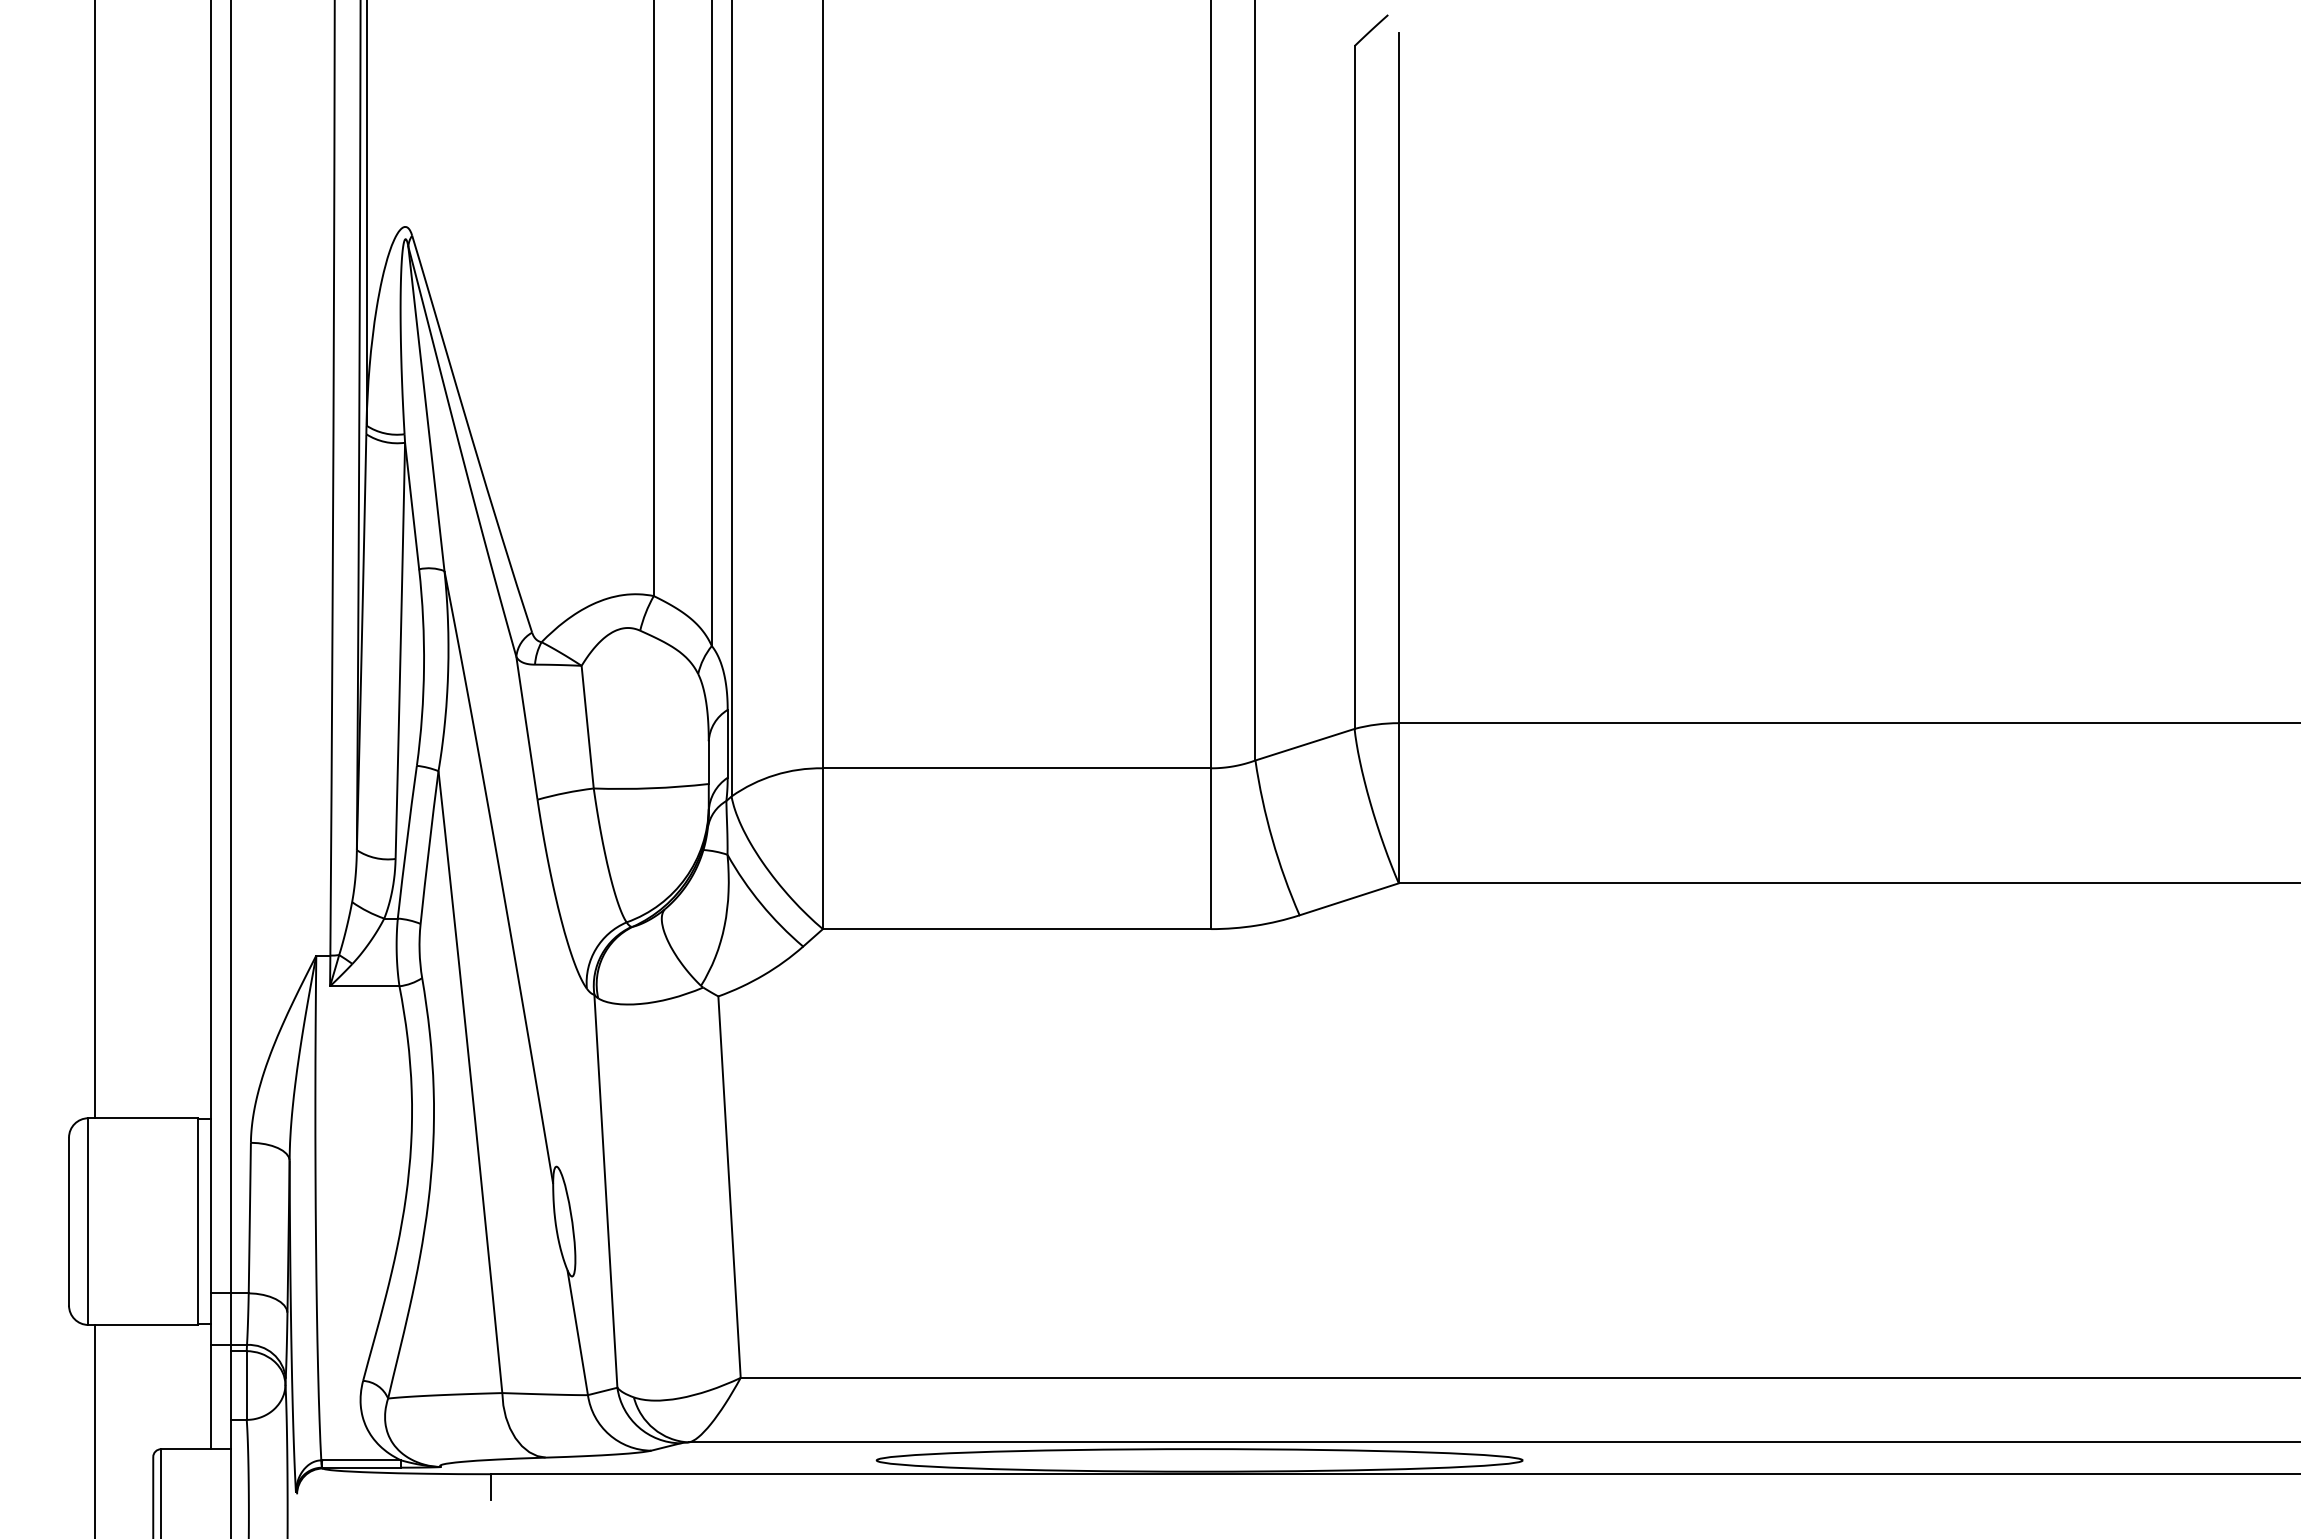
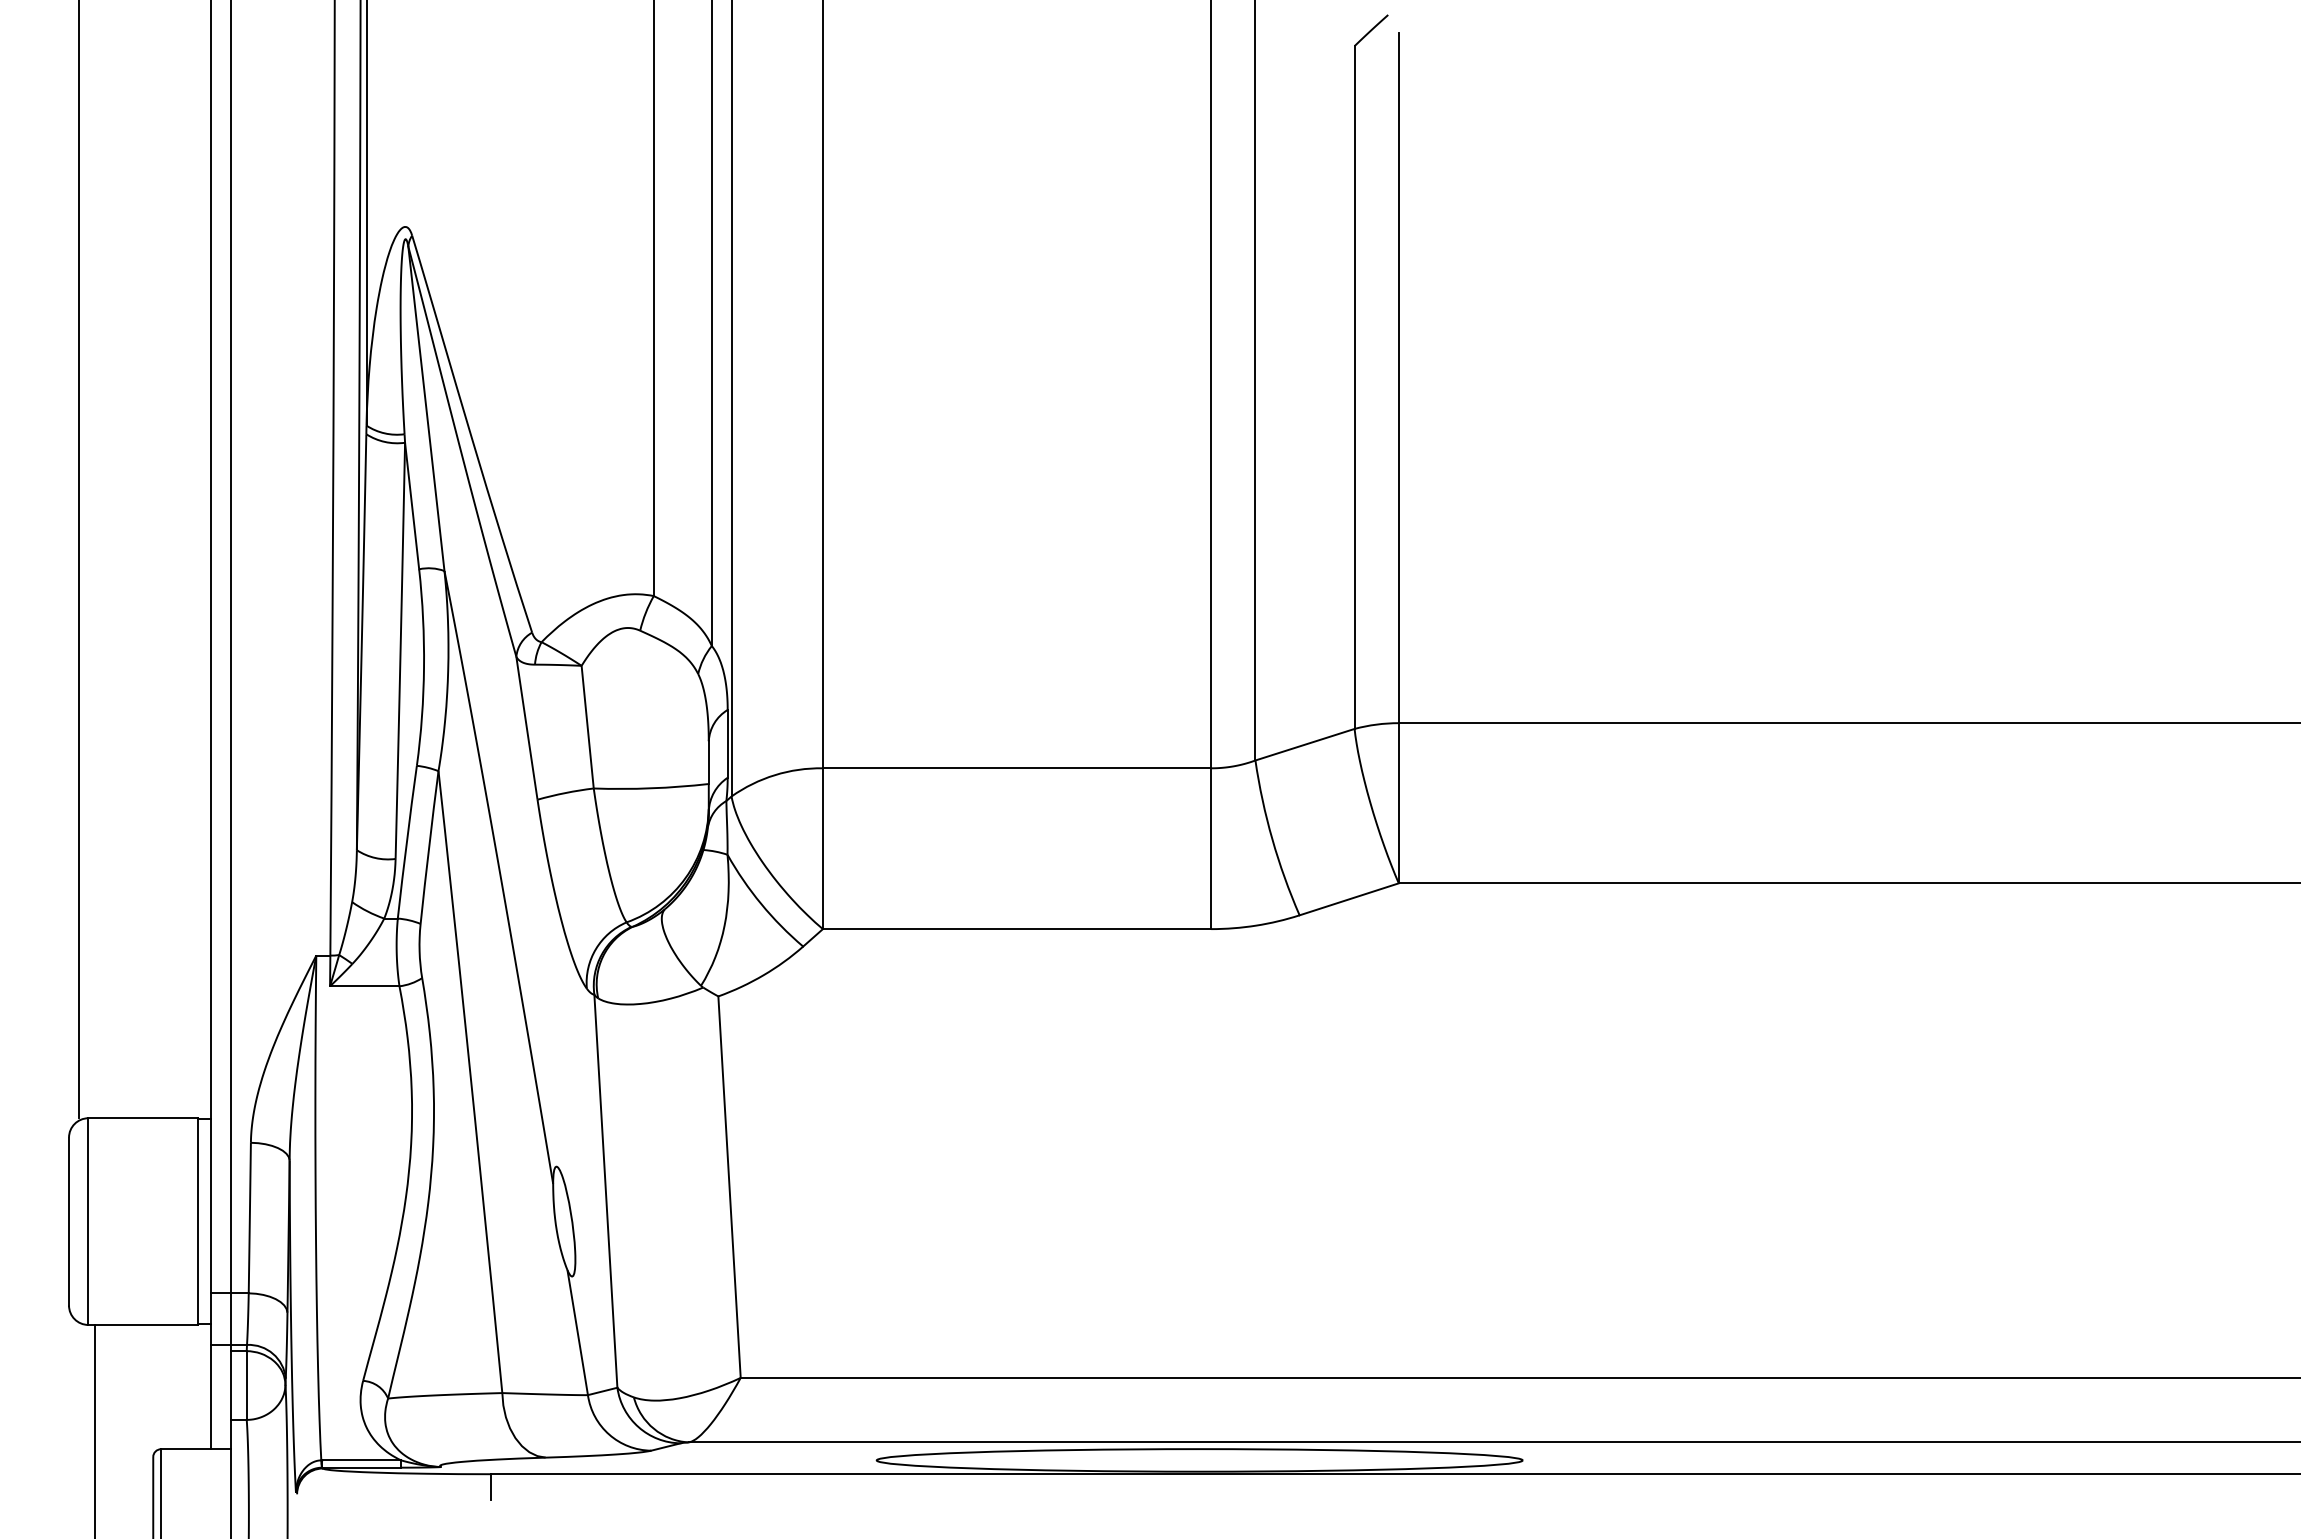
line at (95, 560) position: (95, 560) -> (79, 560)
